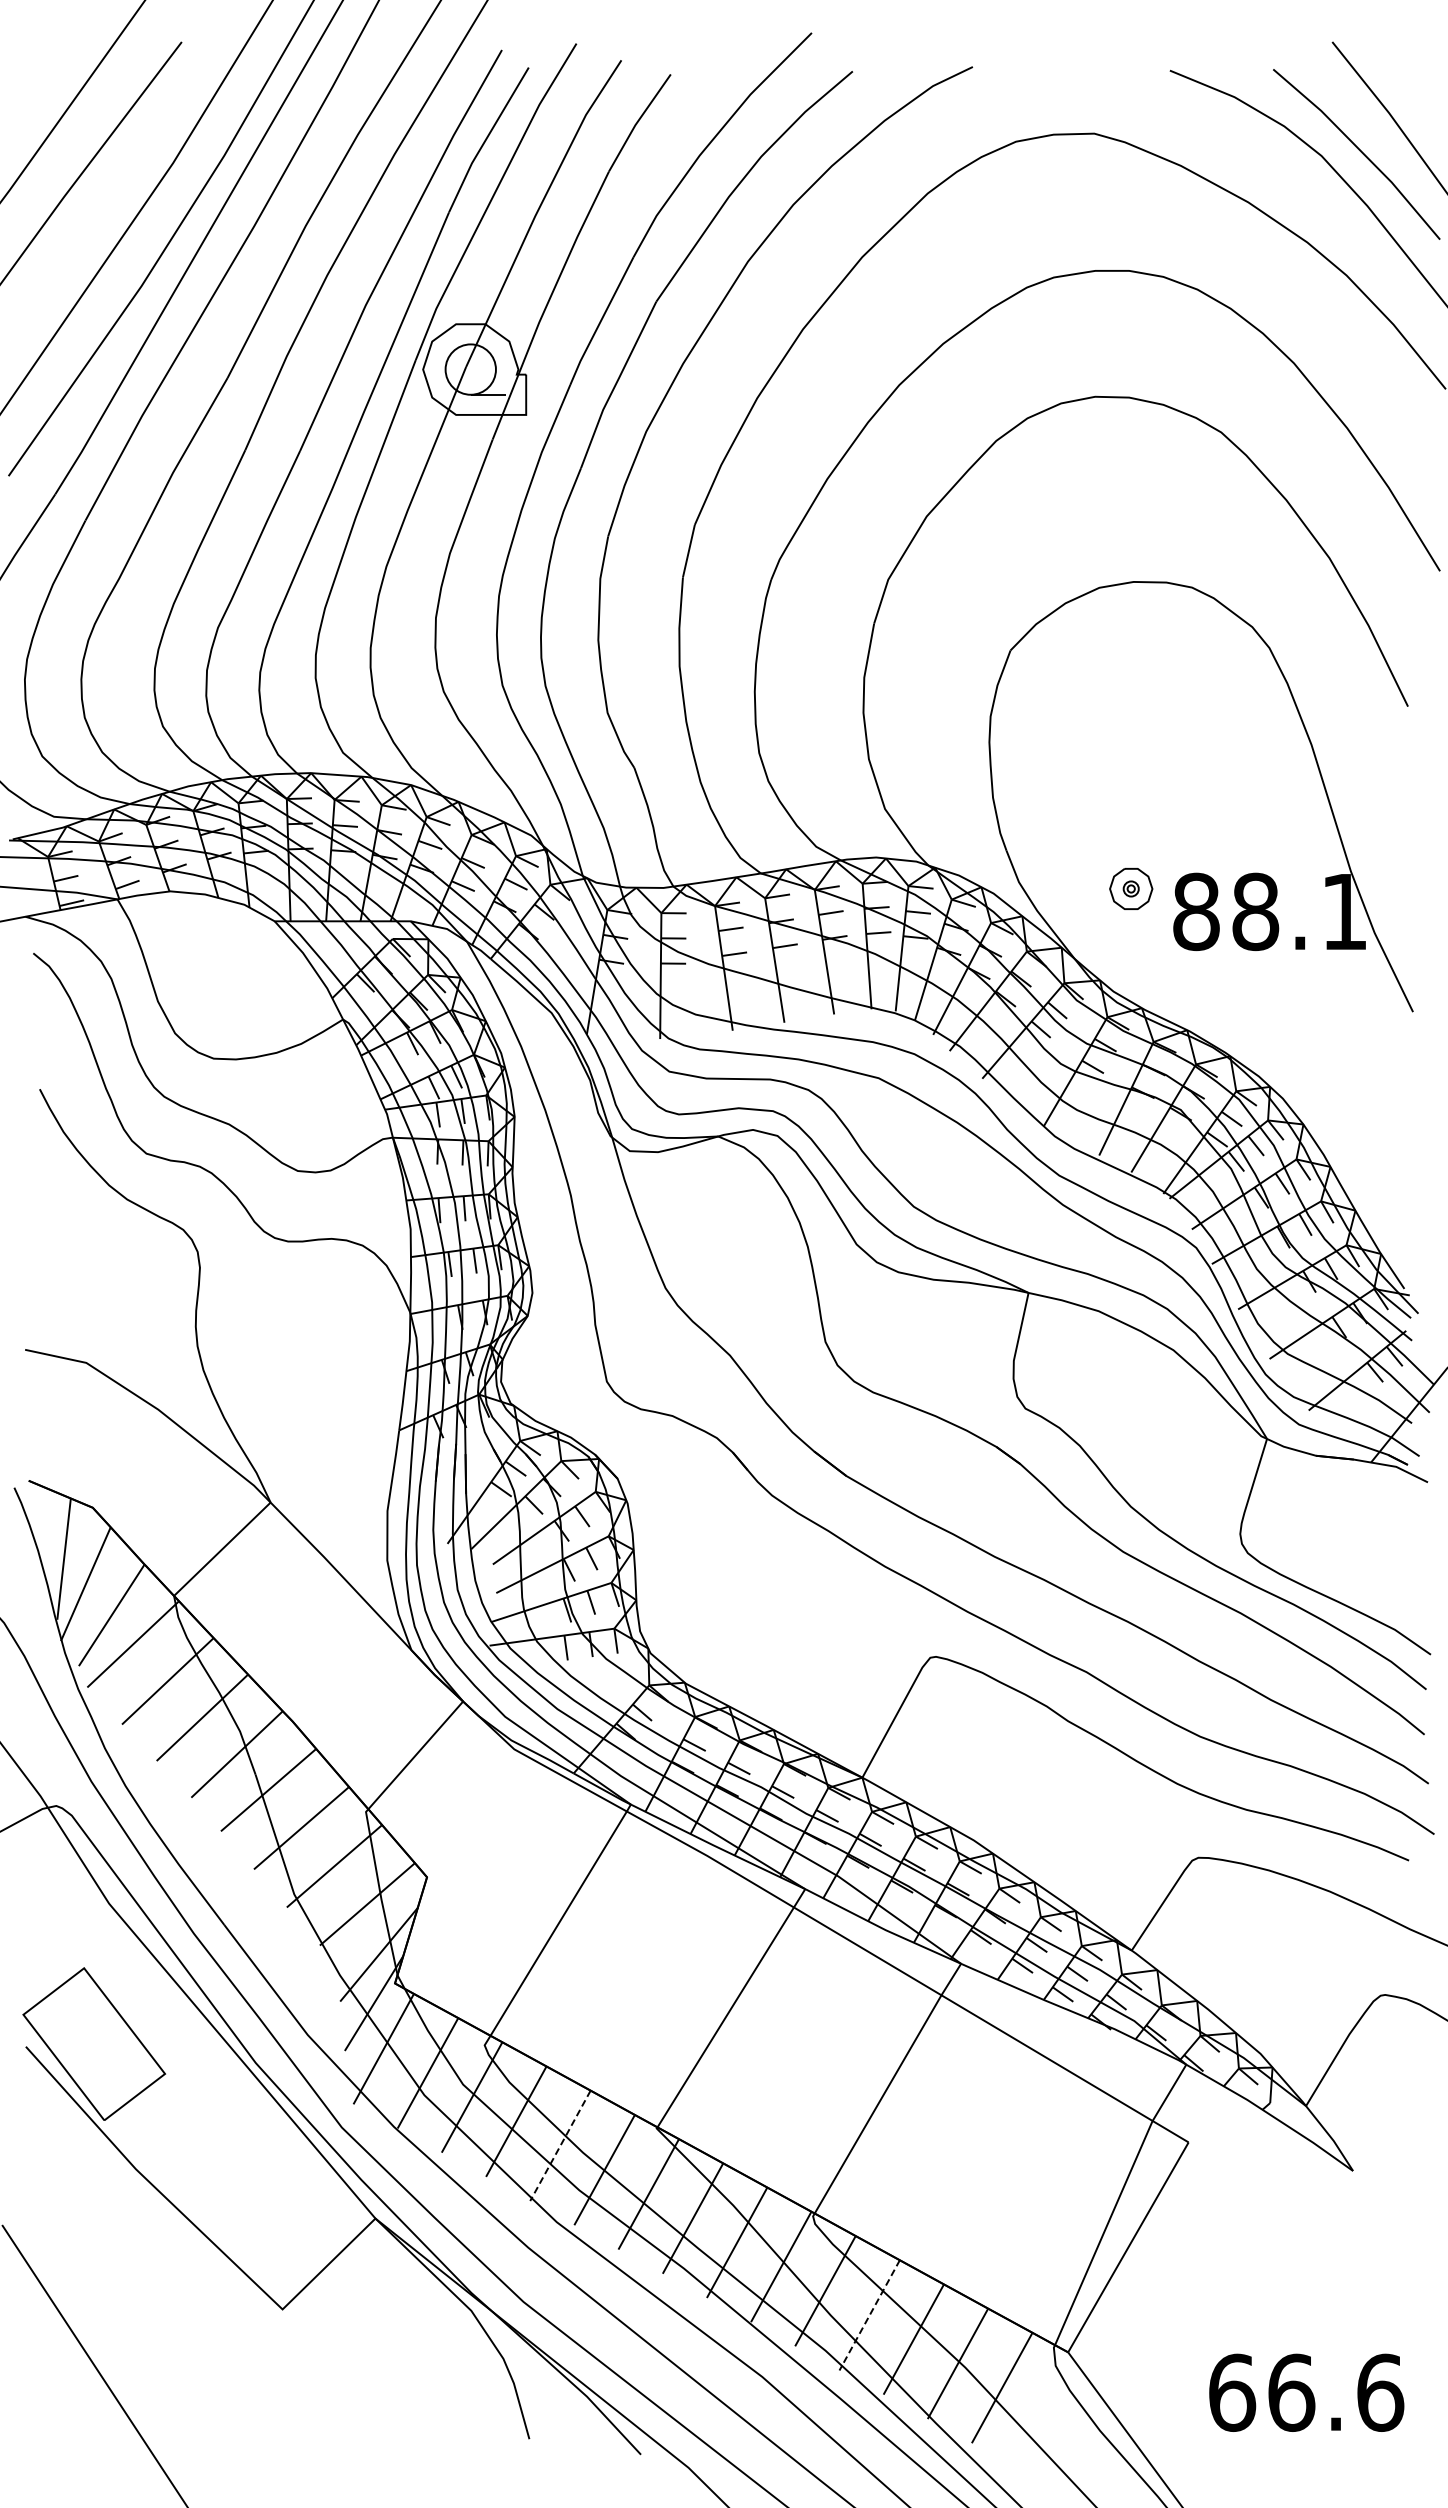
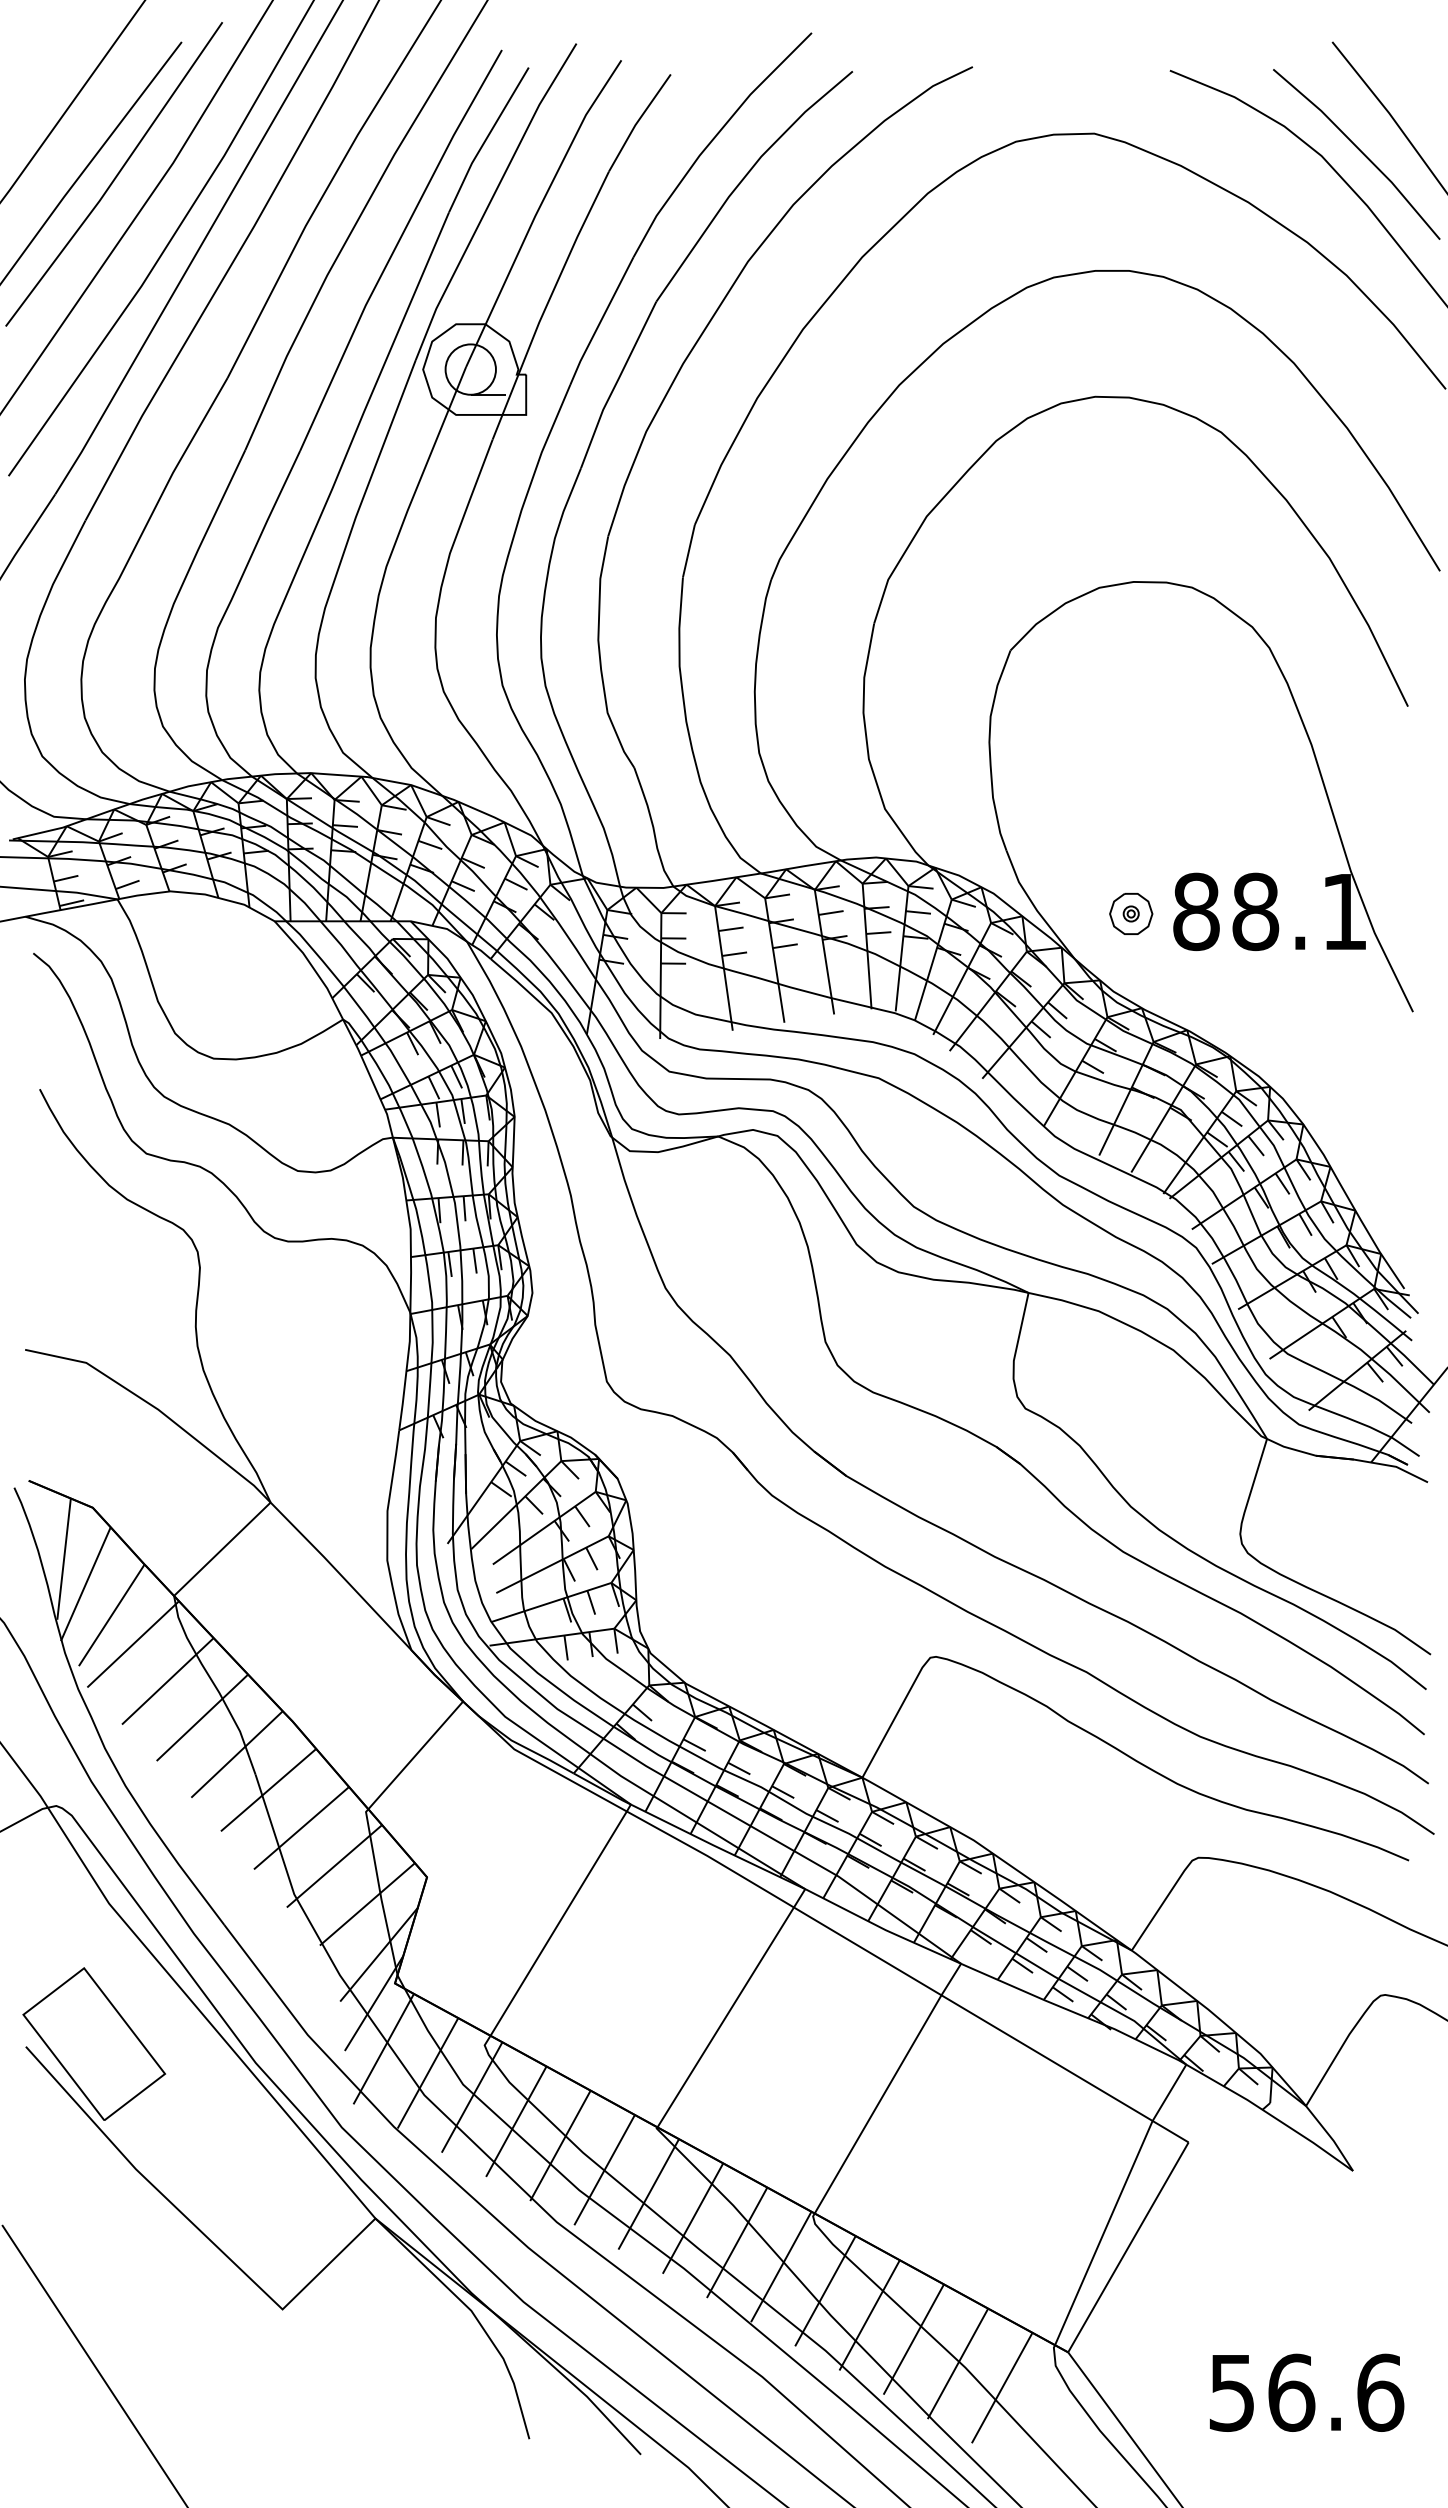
line at (115, 176): none -> present
part at (1131, 888) position: (1131, 888) -> (1131, 913)
line at (560, 2145): dashed -> solid
line at (869, 2315): dashed -> solid
text at (1232, 2392): 66.6 -> 56.6
